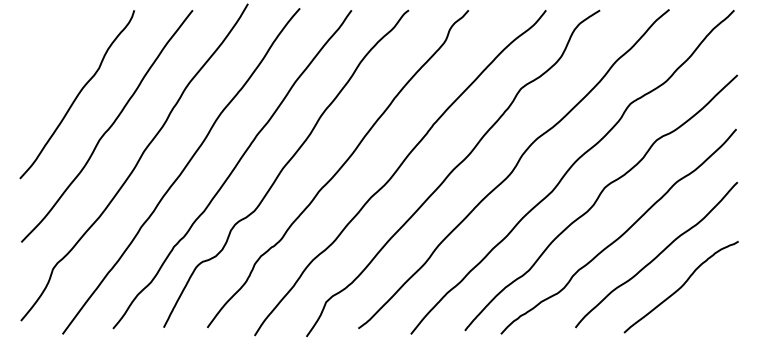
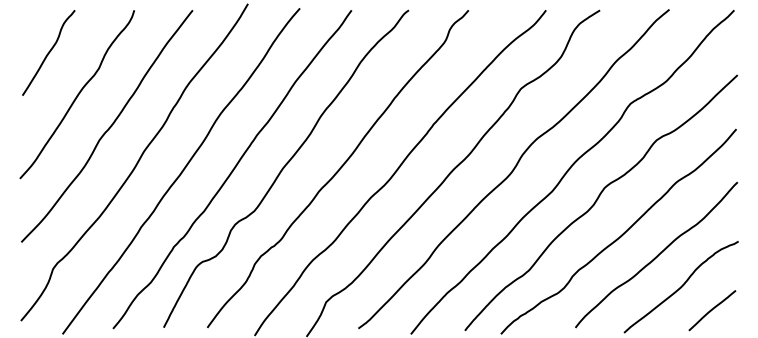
curve at (48, 52): none -> present
curve at (712, 310): none -> present
